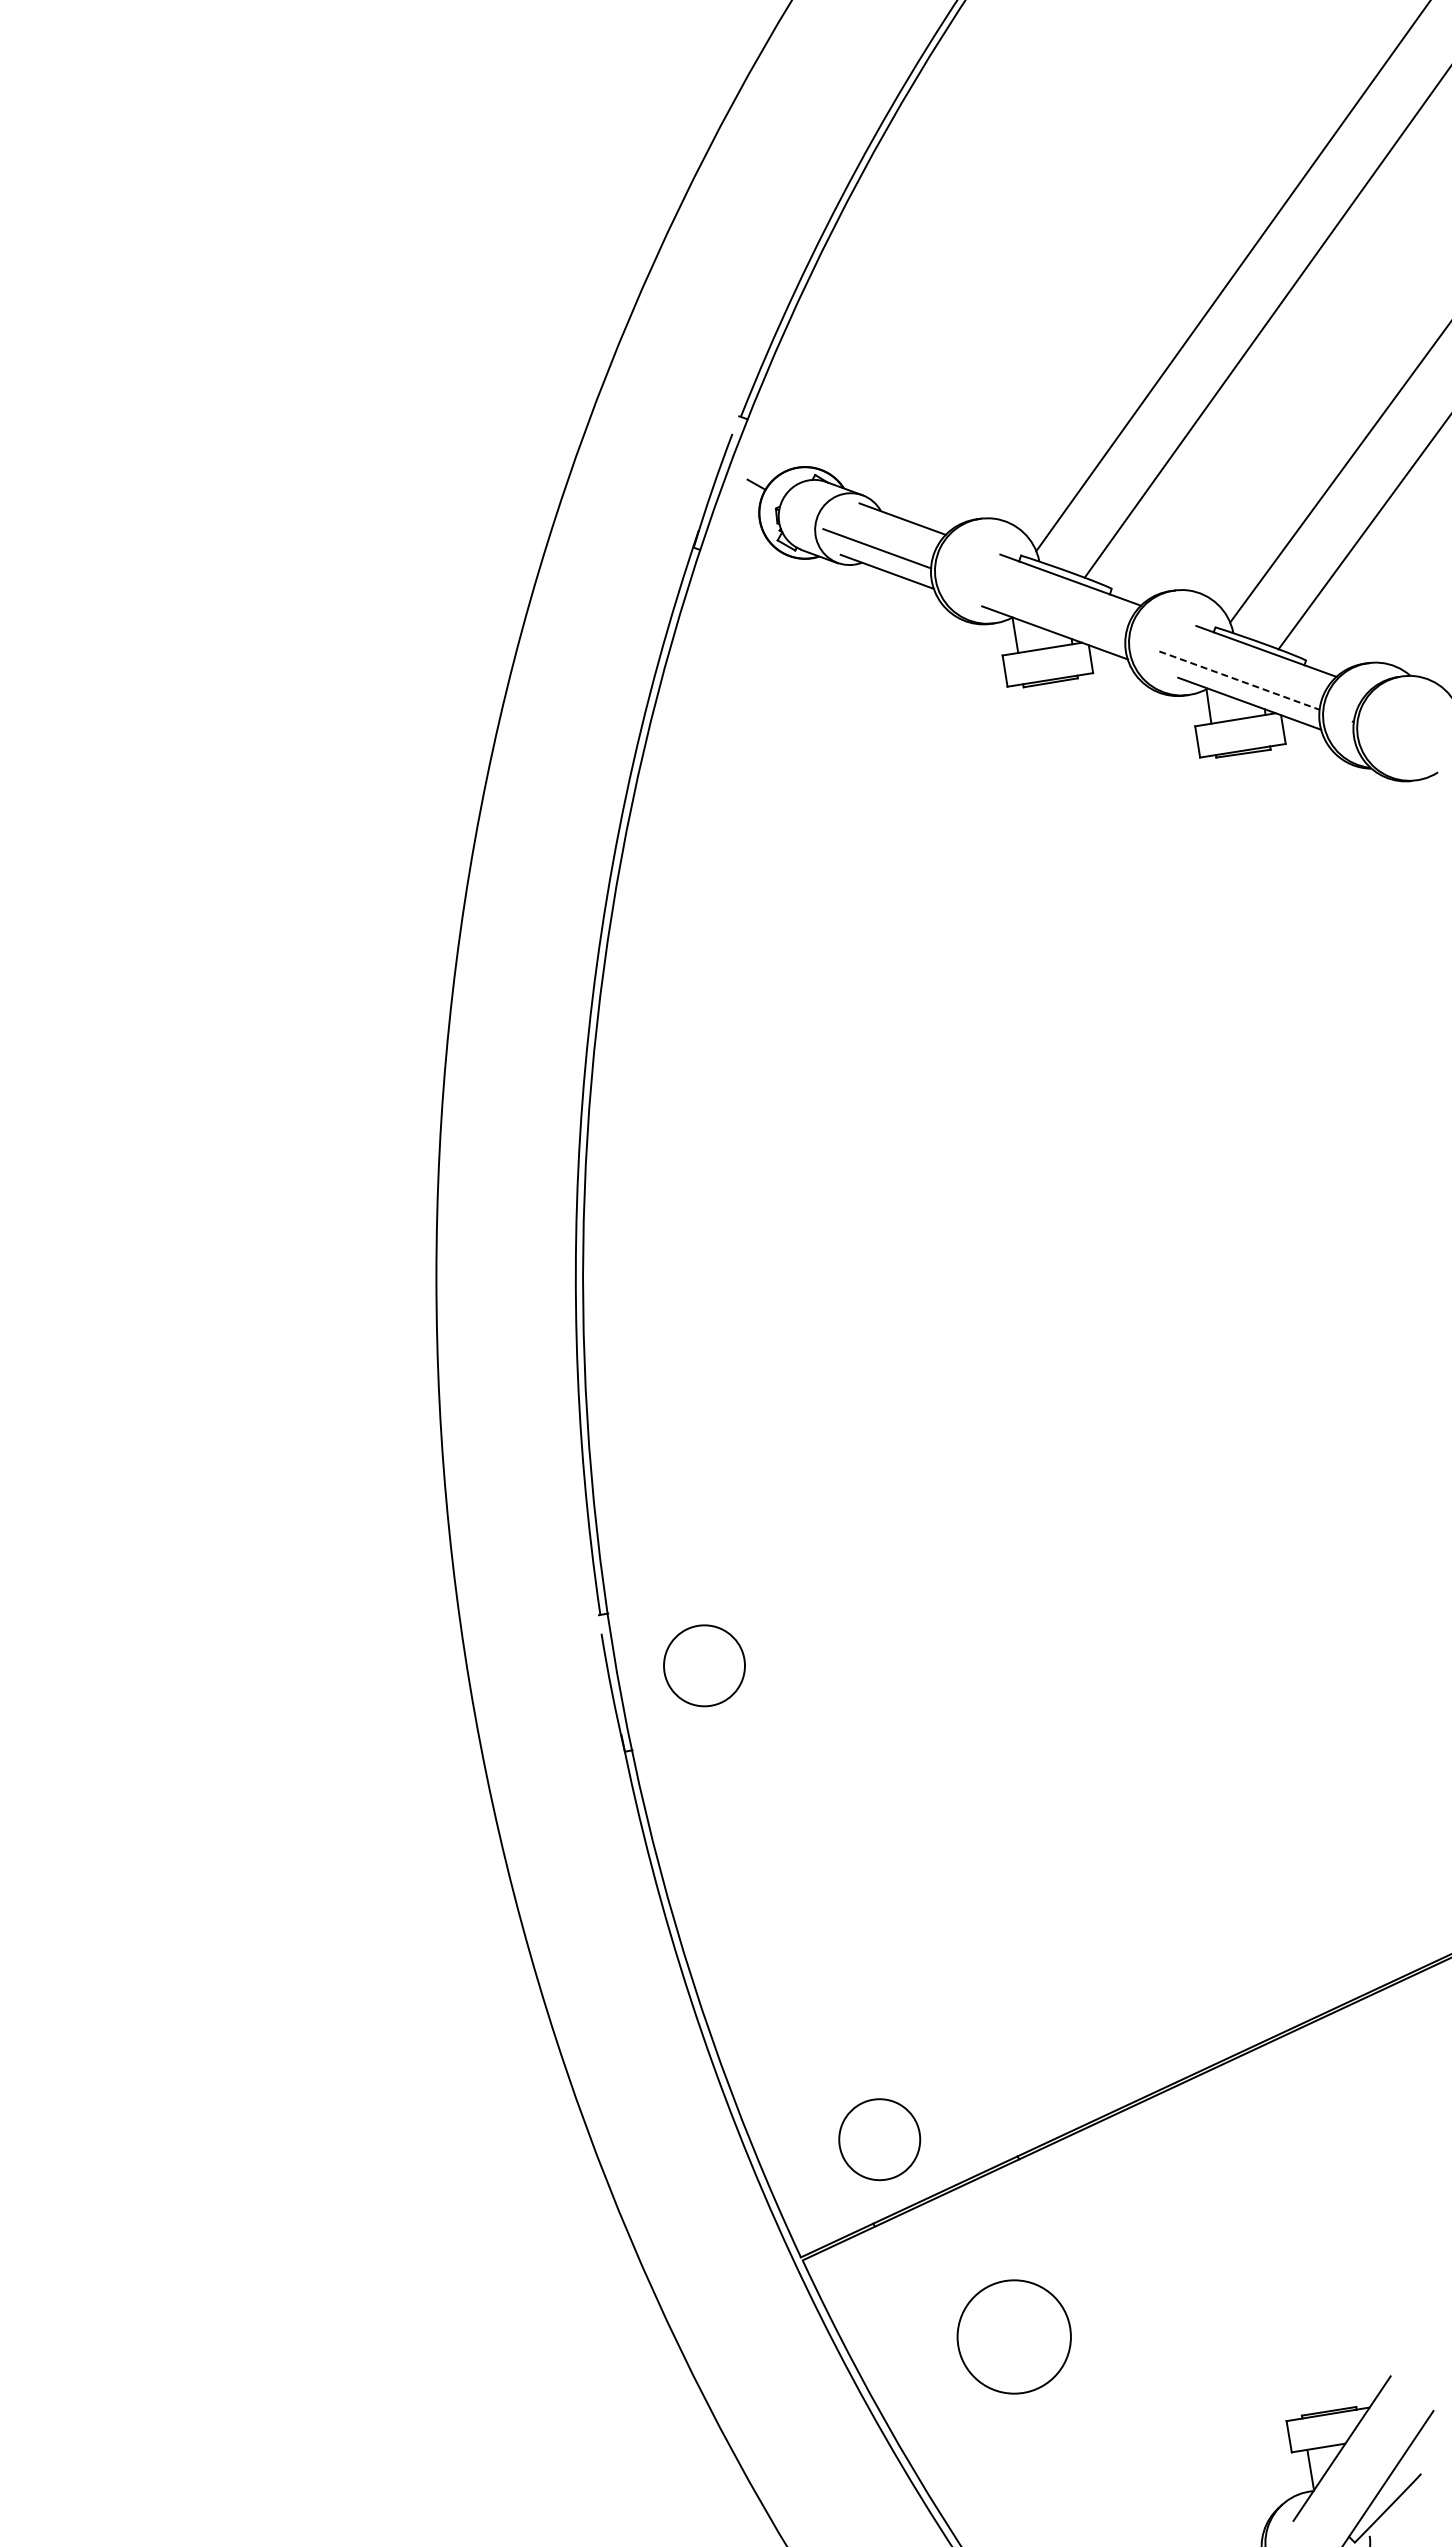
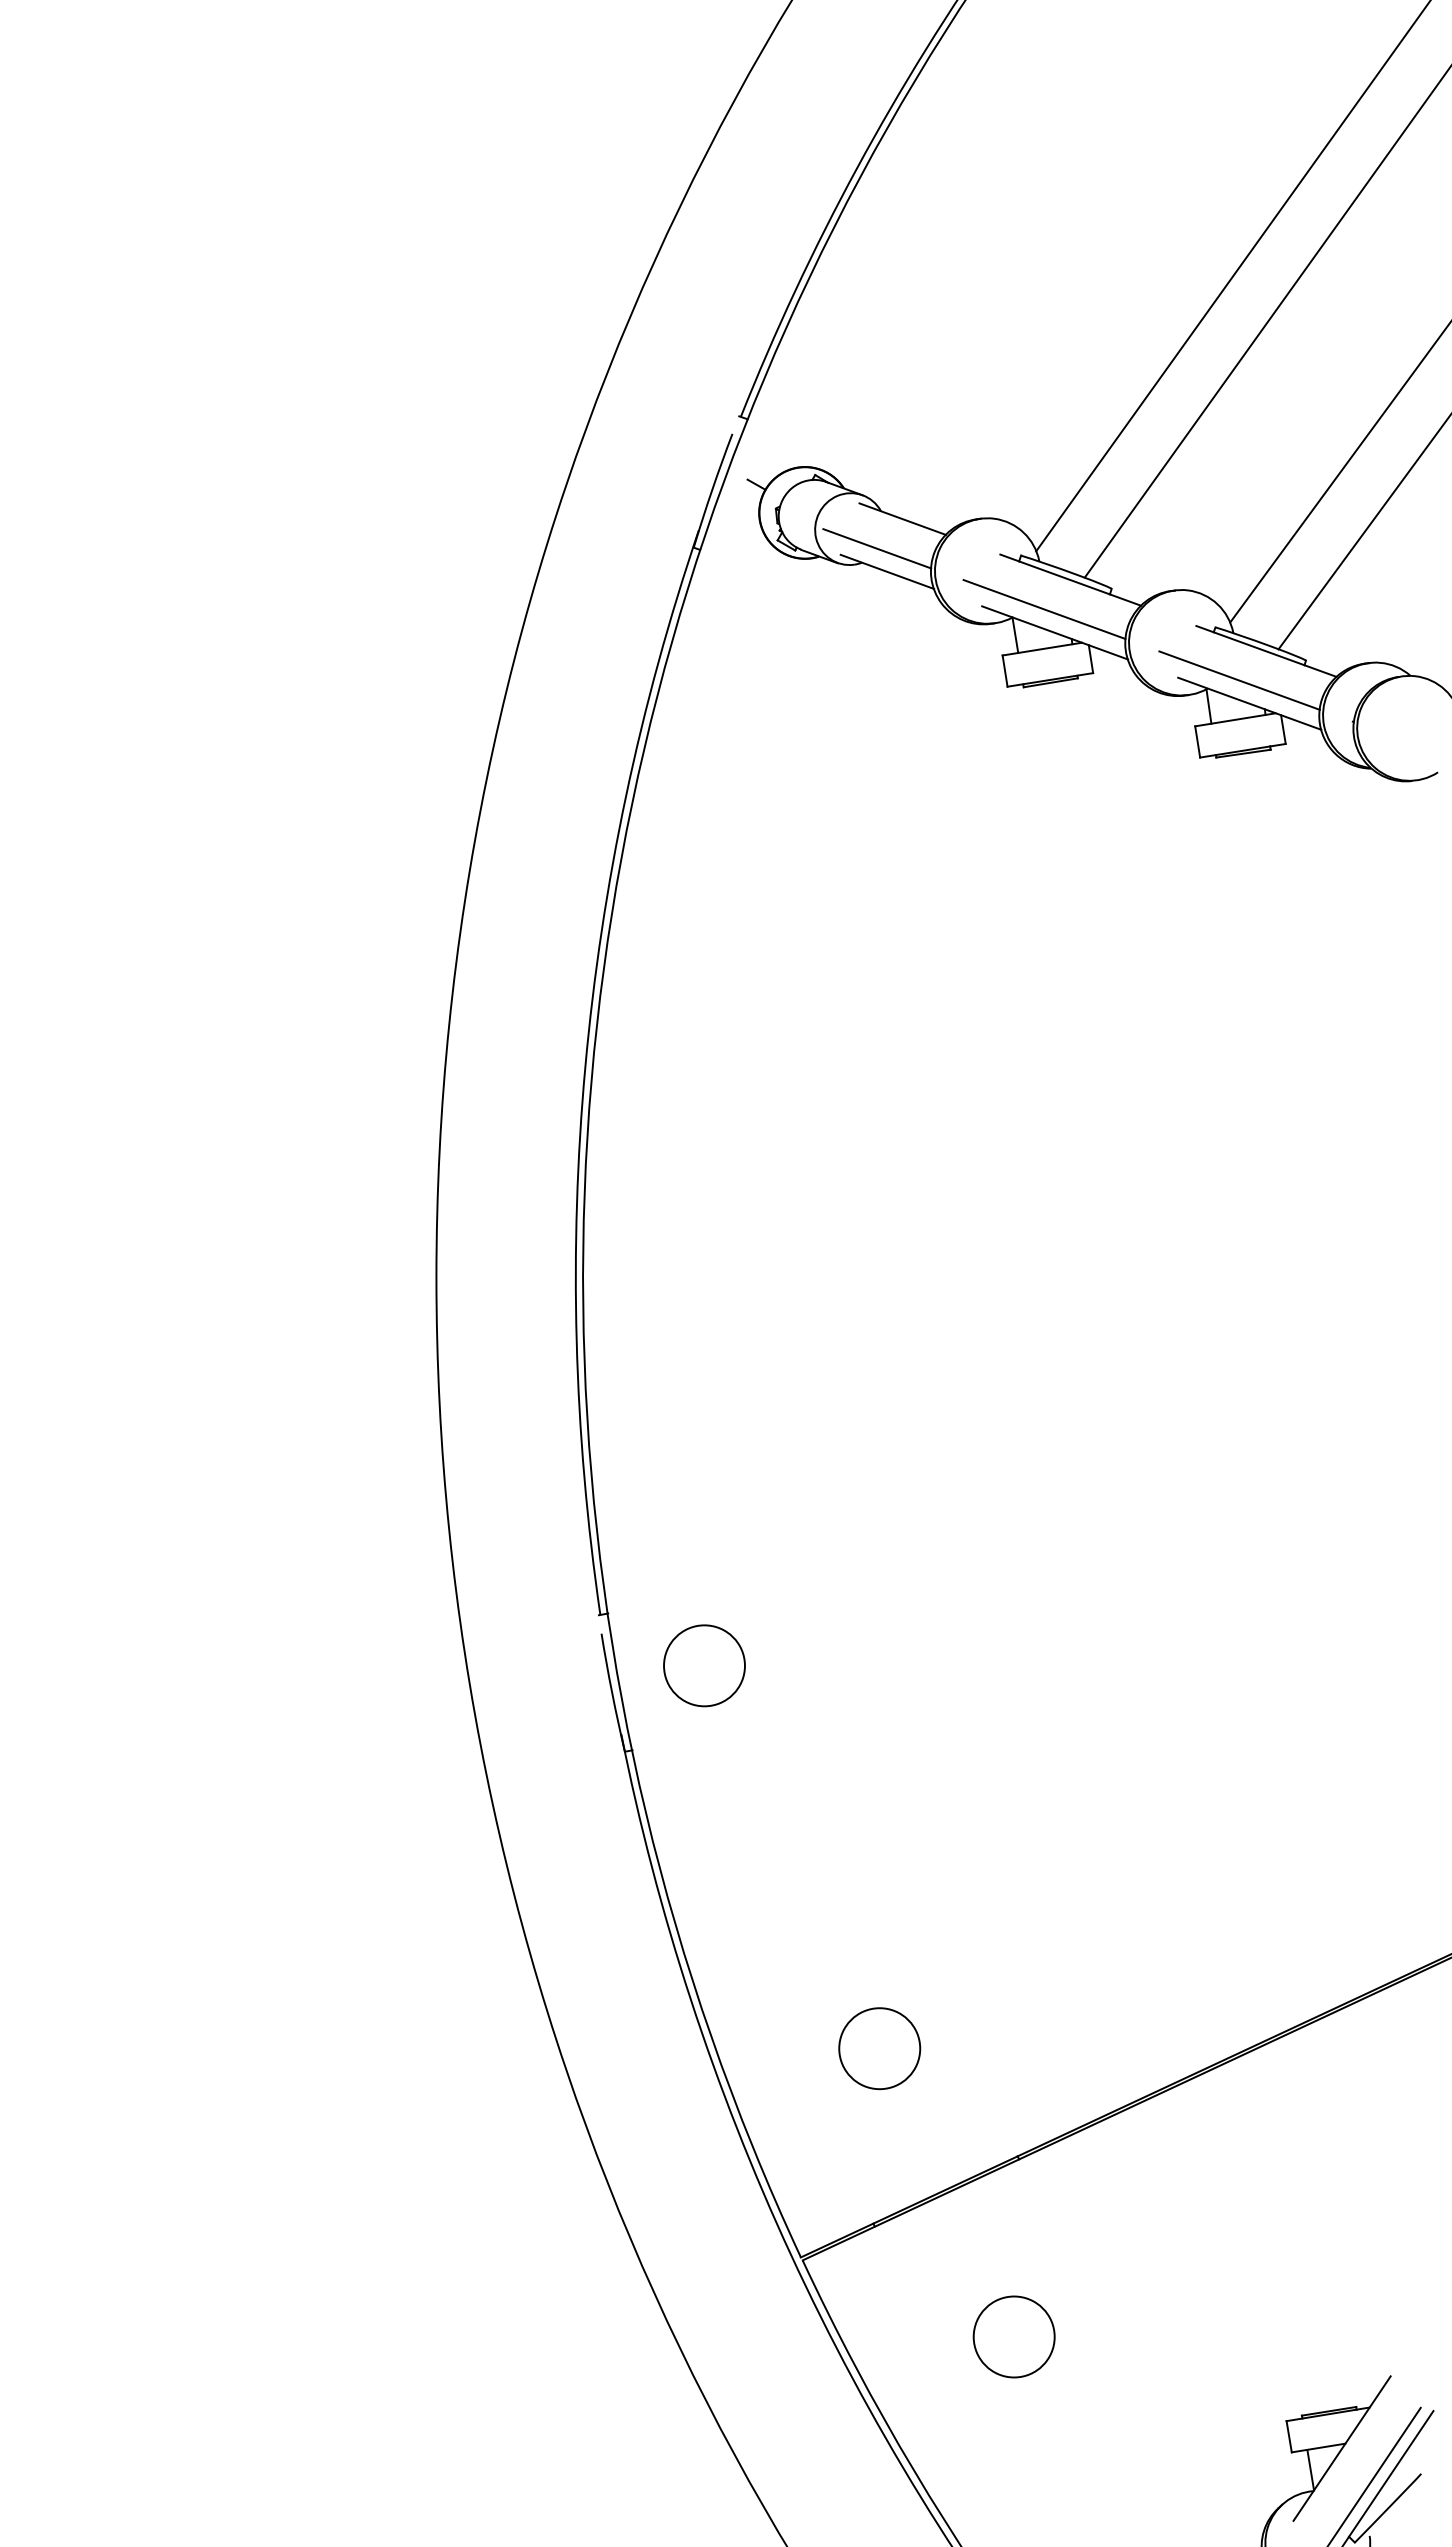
line at (1044, 609): none -> present
line at (1240, 680): dashed -> solid
circle at (879, 2139) position: (879, 2139) -> (879, 2048)
circle at (1013, 2336) size: 116x116 px -> 84x84 px
line at (1374, 2475): none -> present
